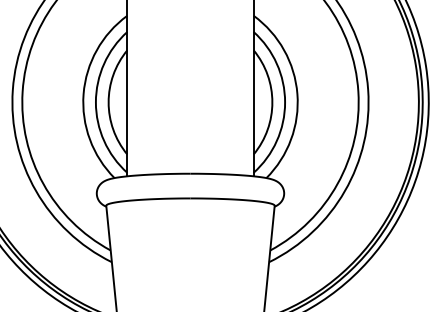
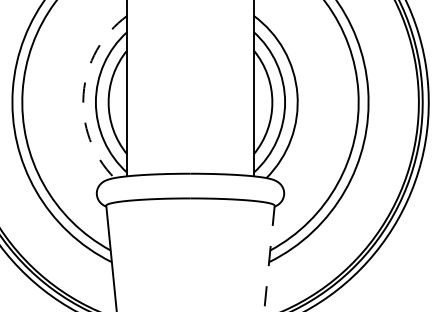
arc at (83, 94): solid -> dashed
line at (269, 259): solid -> dashed
